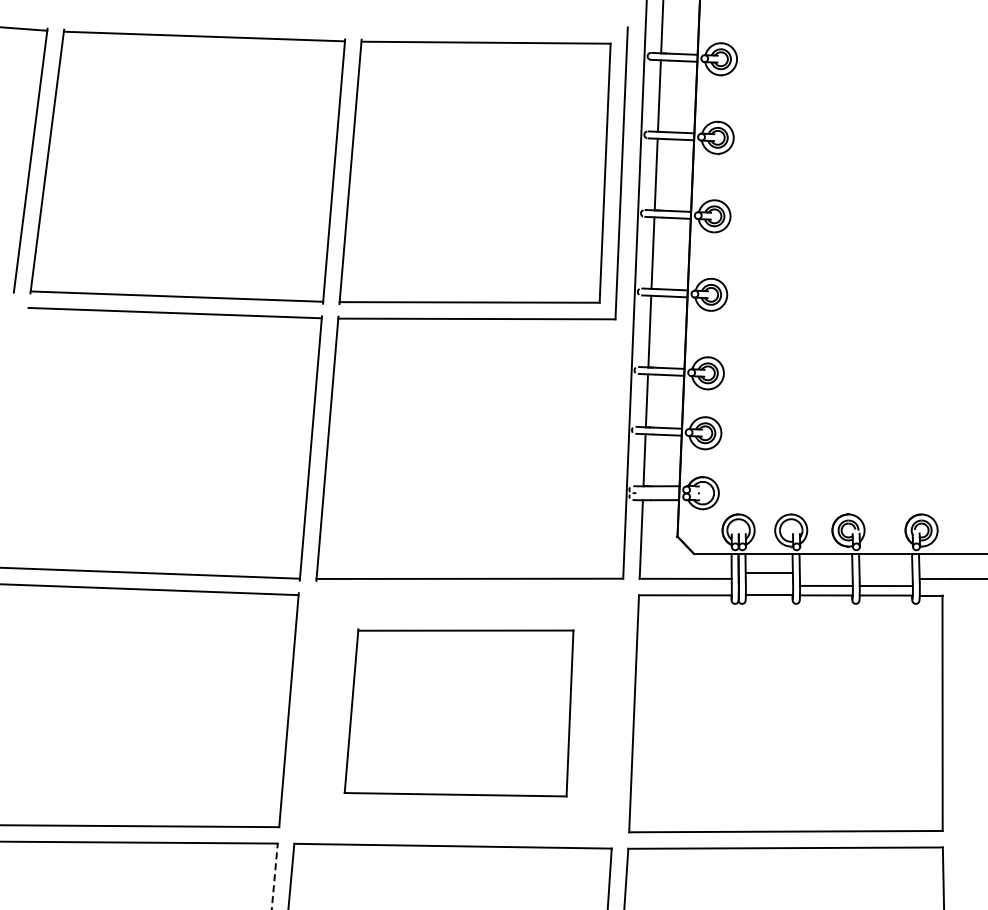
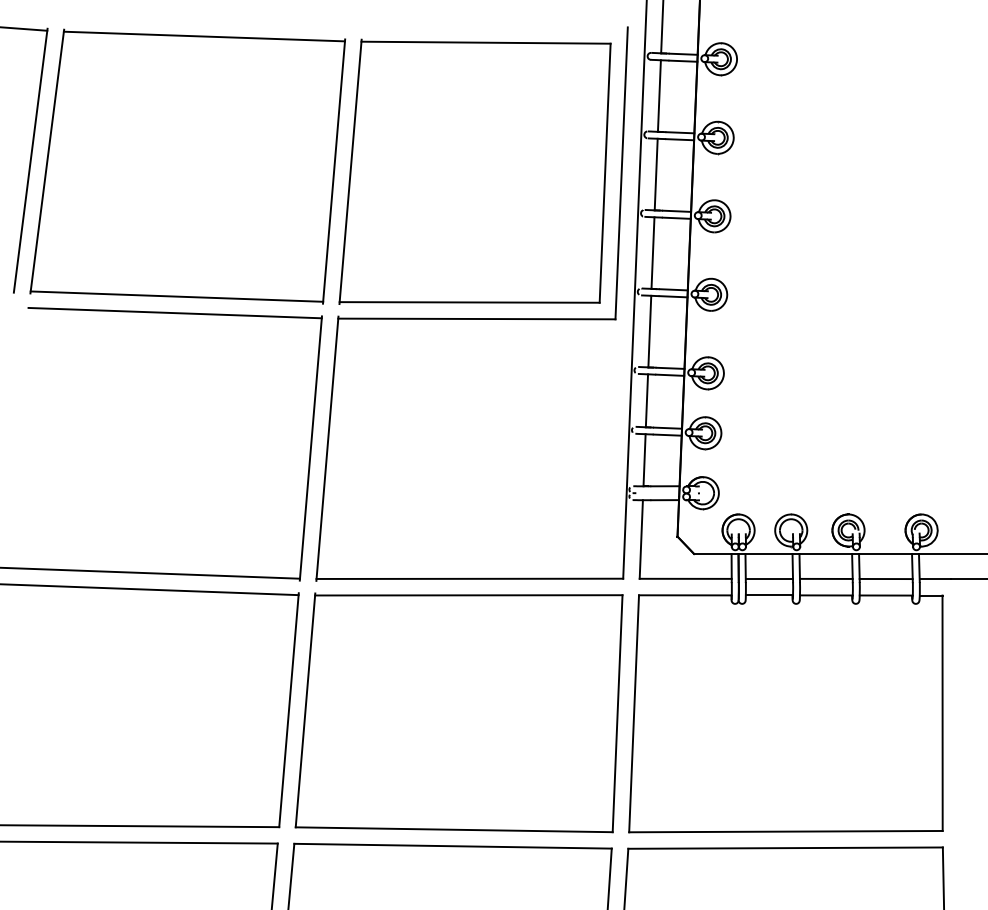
line at (768, 572) position: (768, 572) -> (768, 578)
line at (825, 585) position: (825, 585) -> (825, 578)
line at (885, 585) position: (885, 585) -> (885, 578)
part at (458, 712) size: 232x170 px -> 330x242 px
line at (274, 876): dashed -> solid
